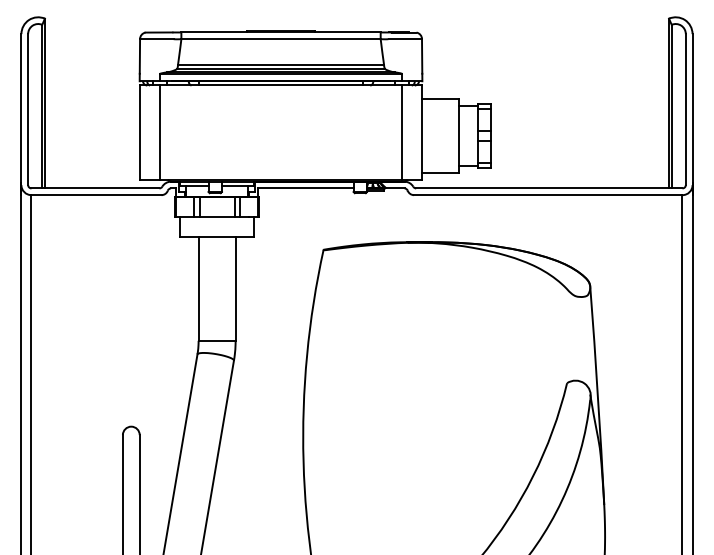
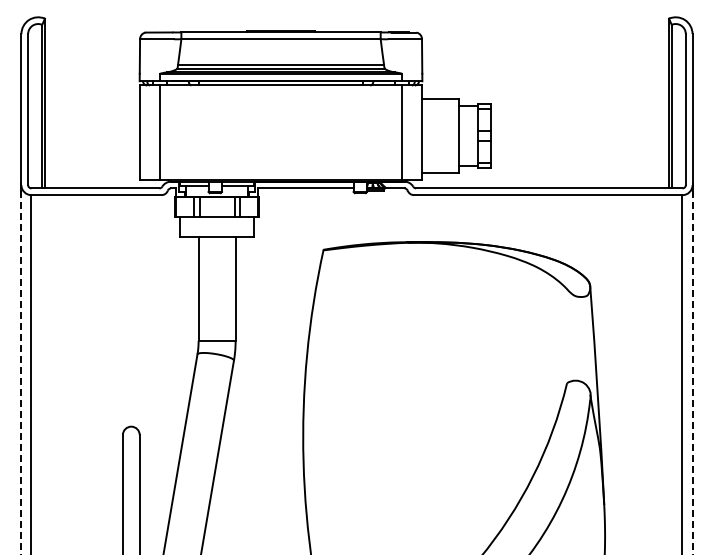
line at (21, 368): solid -> dashed
line at (692, 368): solid -> dashed
